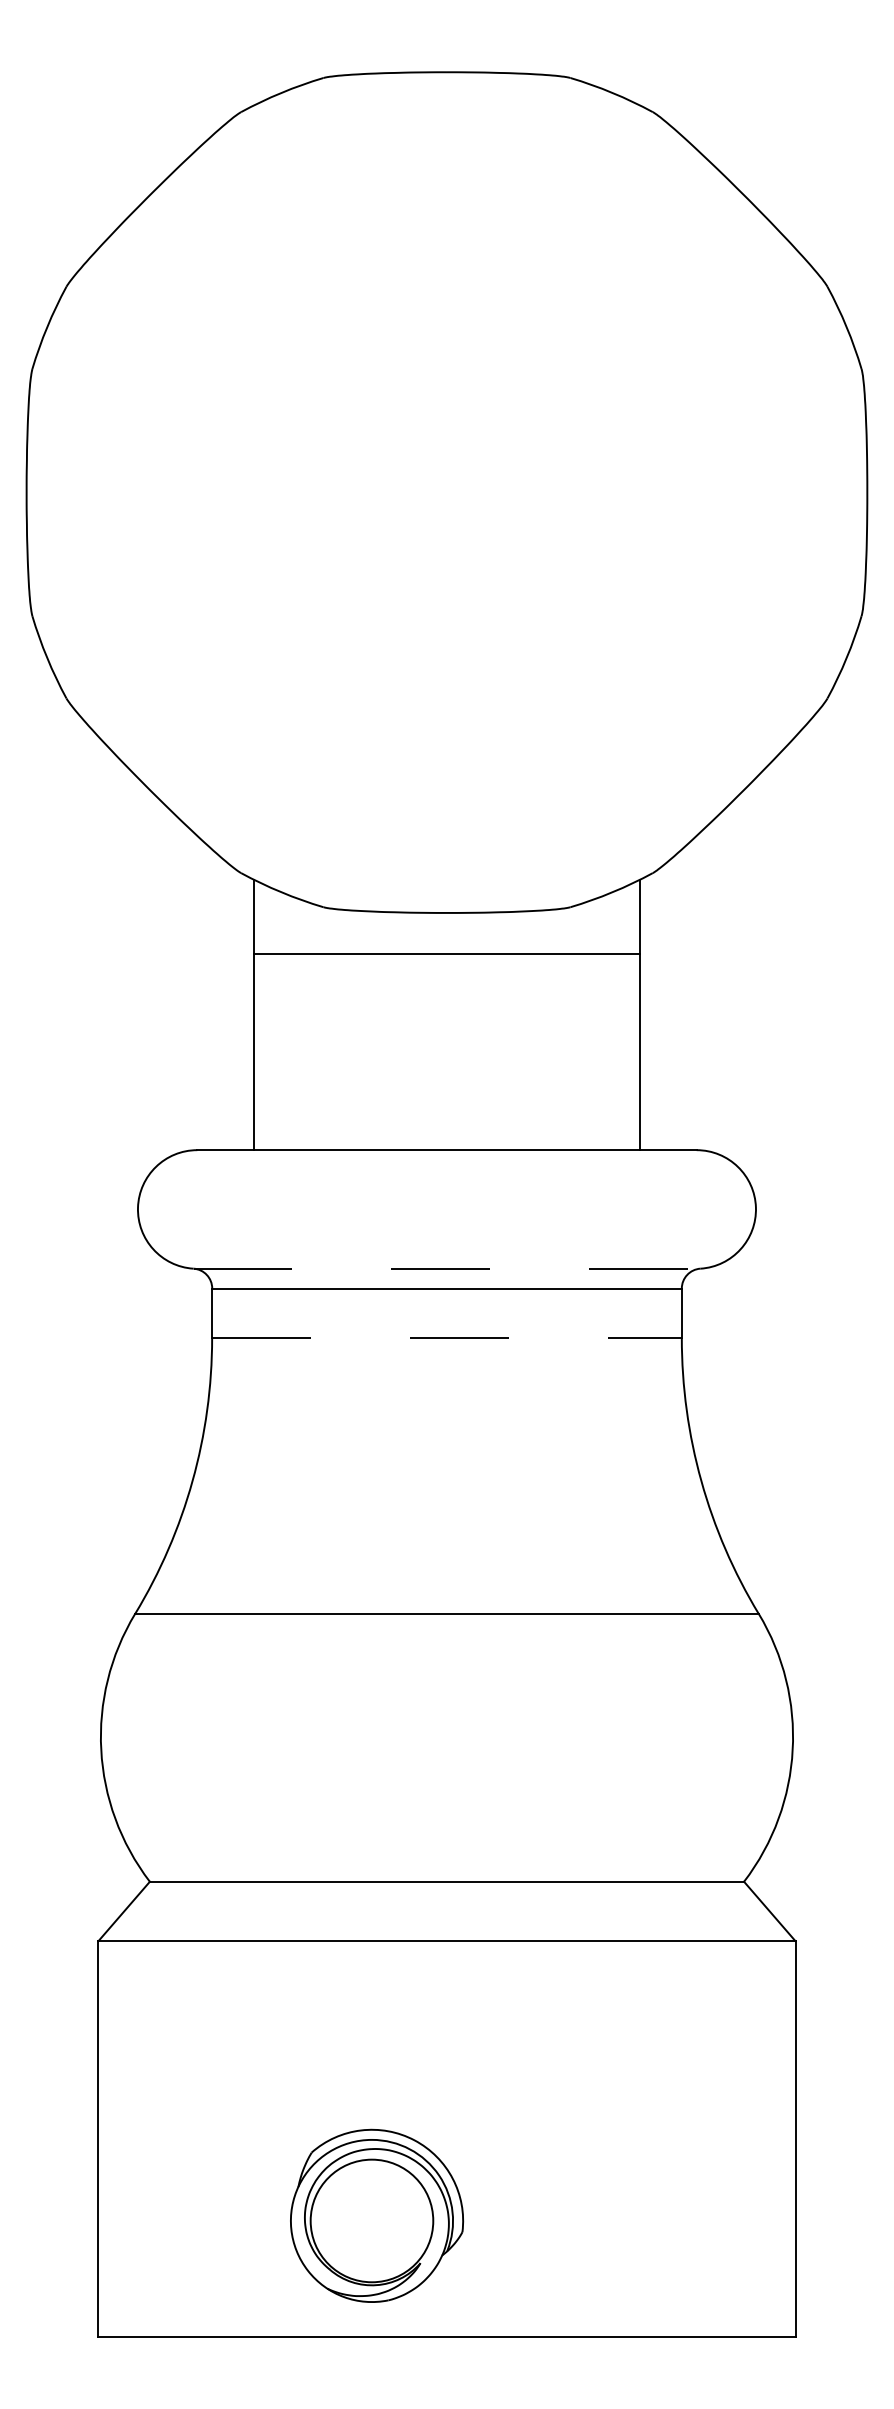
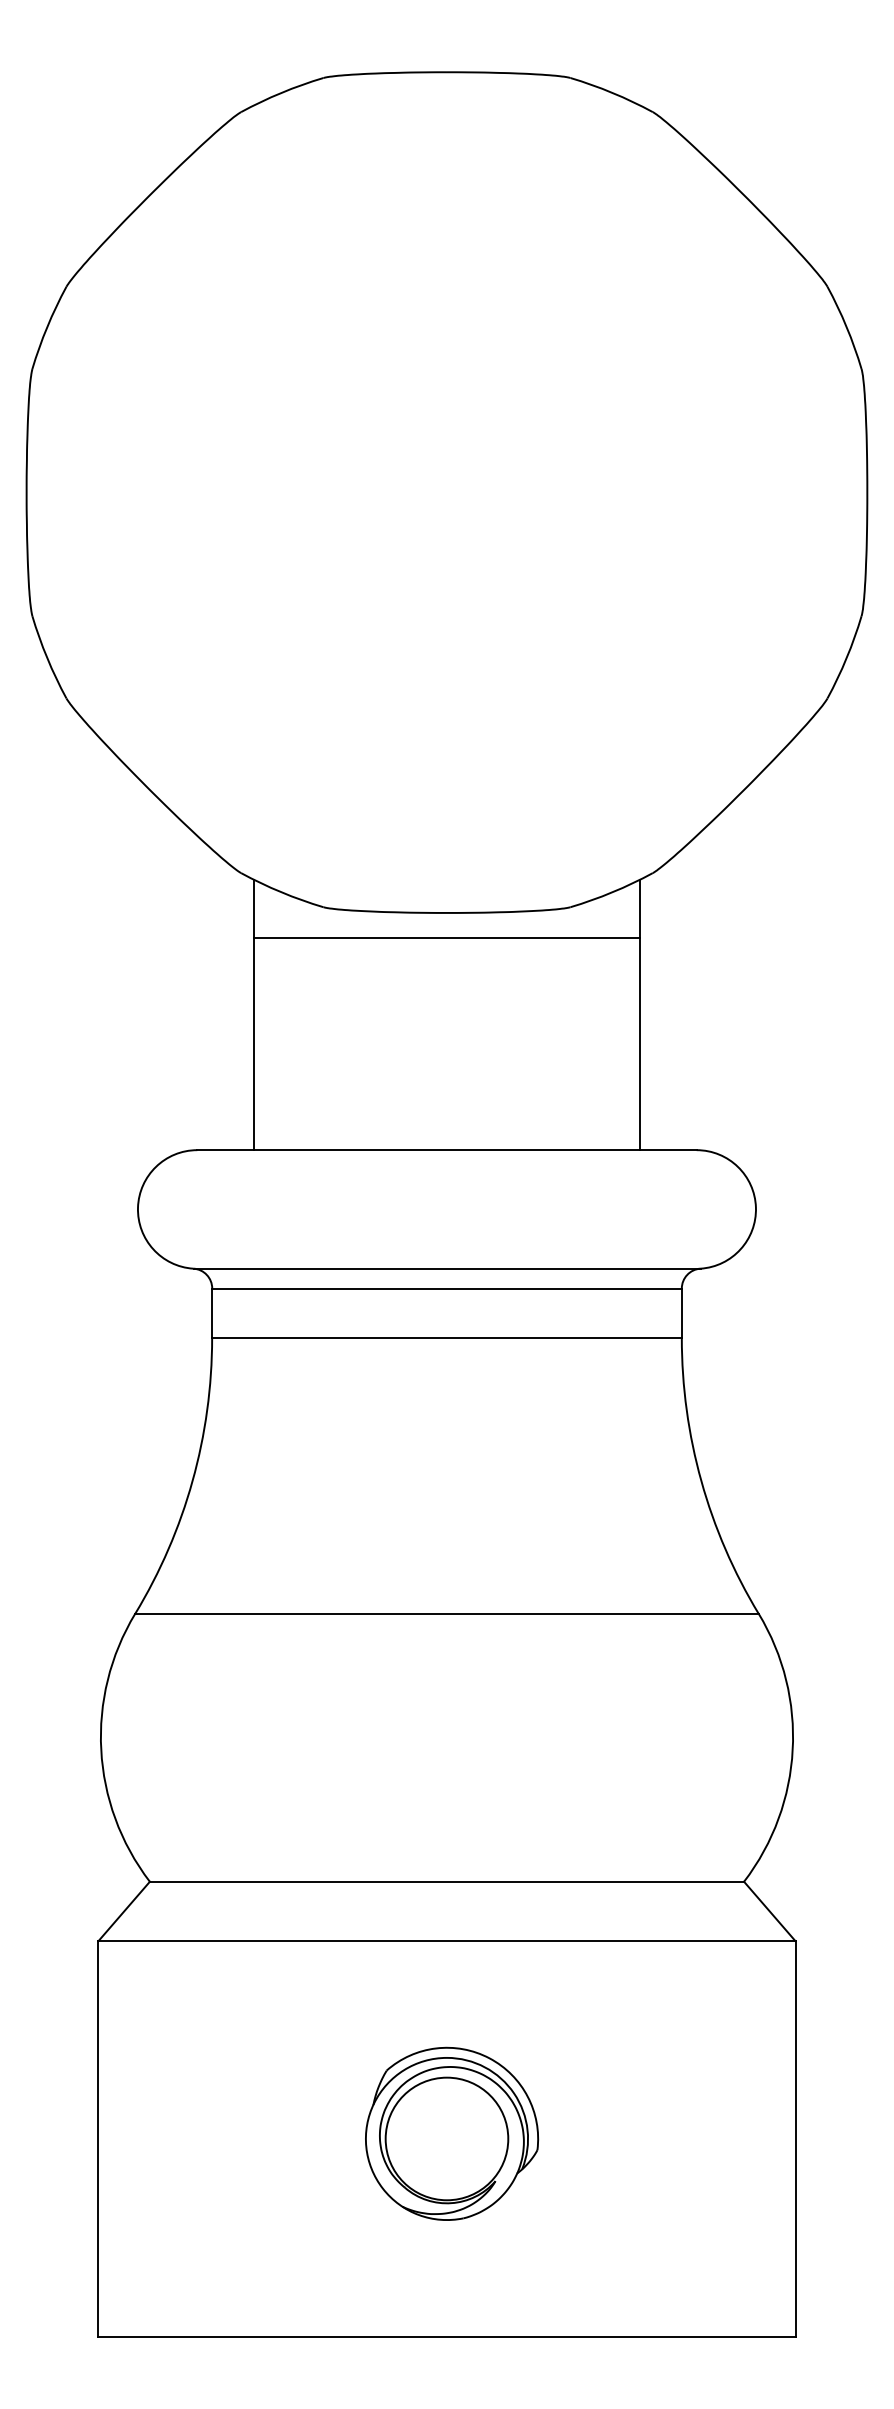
line at (446, 953) position: (446, 953) -> (446, 937)
line at (447, 1268): dashed -> solid
line at (446, 1338): dashed -> solid
part at (377, 2215) position: (377, 2215) -> (452, 2133)
